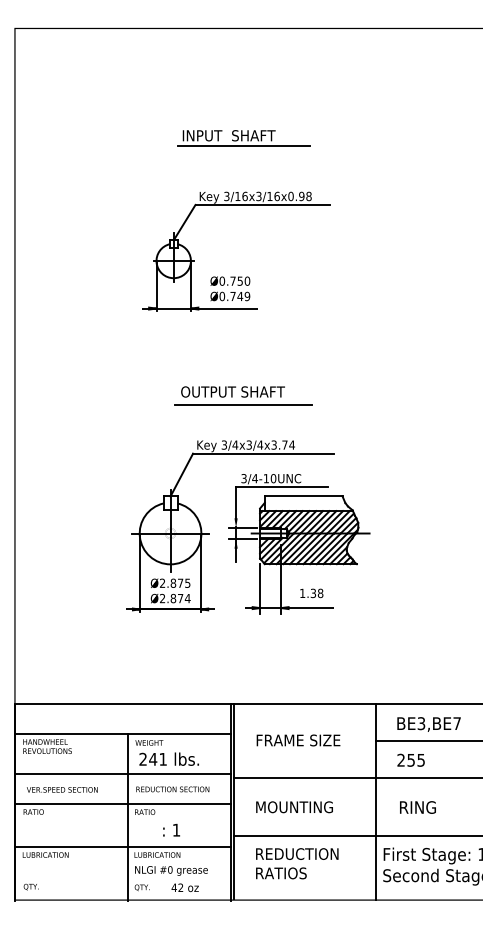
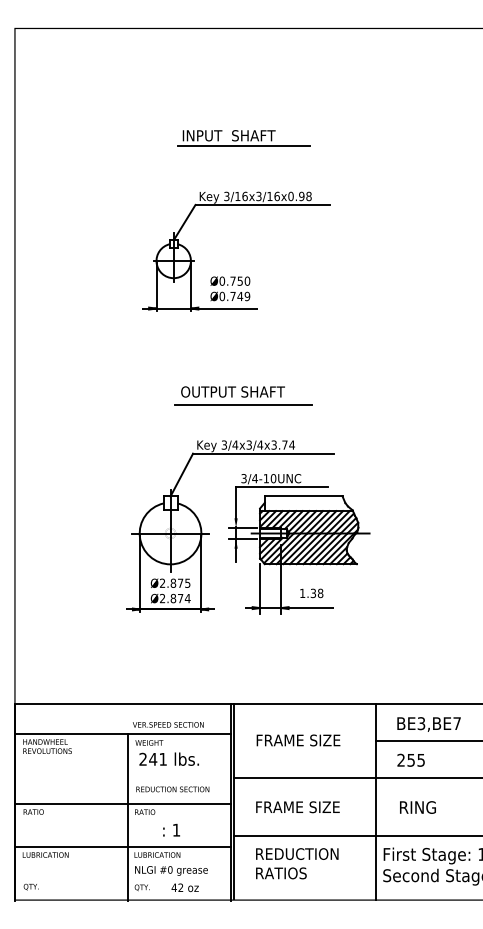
line at (123, 773): present -> none
text at (62, 789) position: (62, 789) -> (168, 724)
text at (298, 807): MOUNTING -> FRAME SIZE
